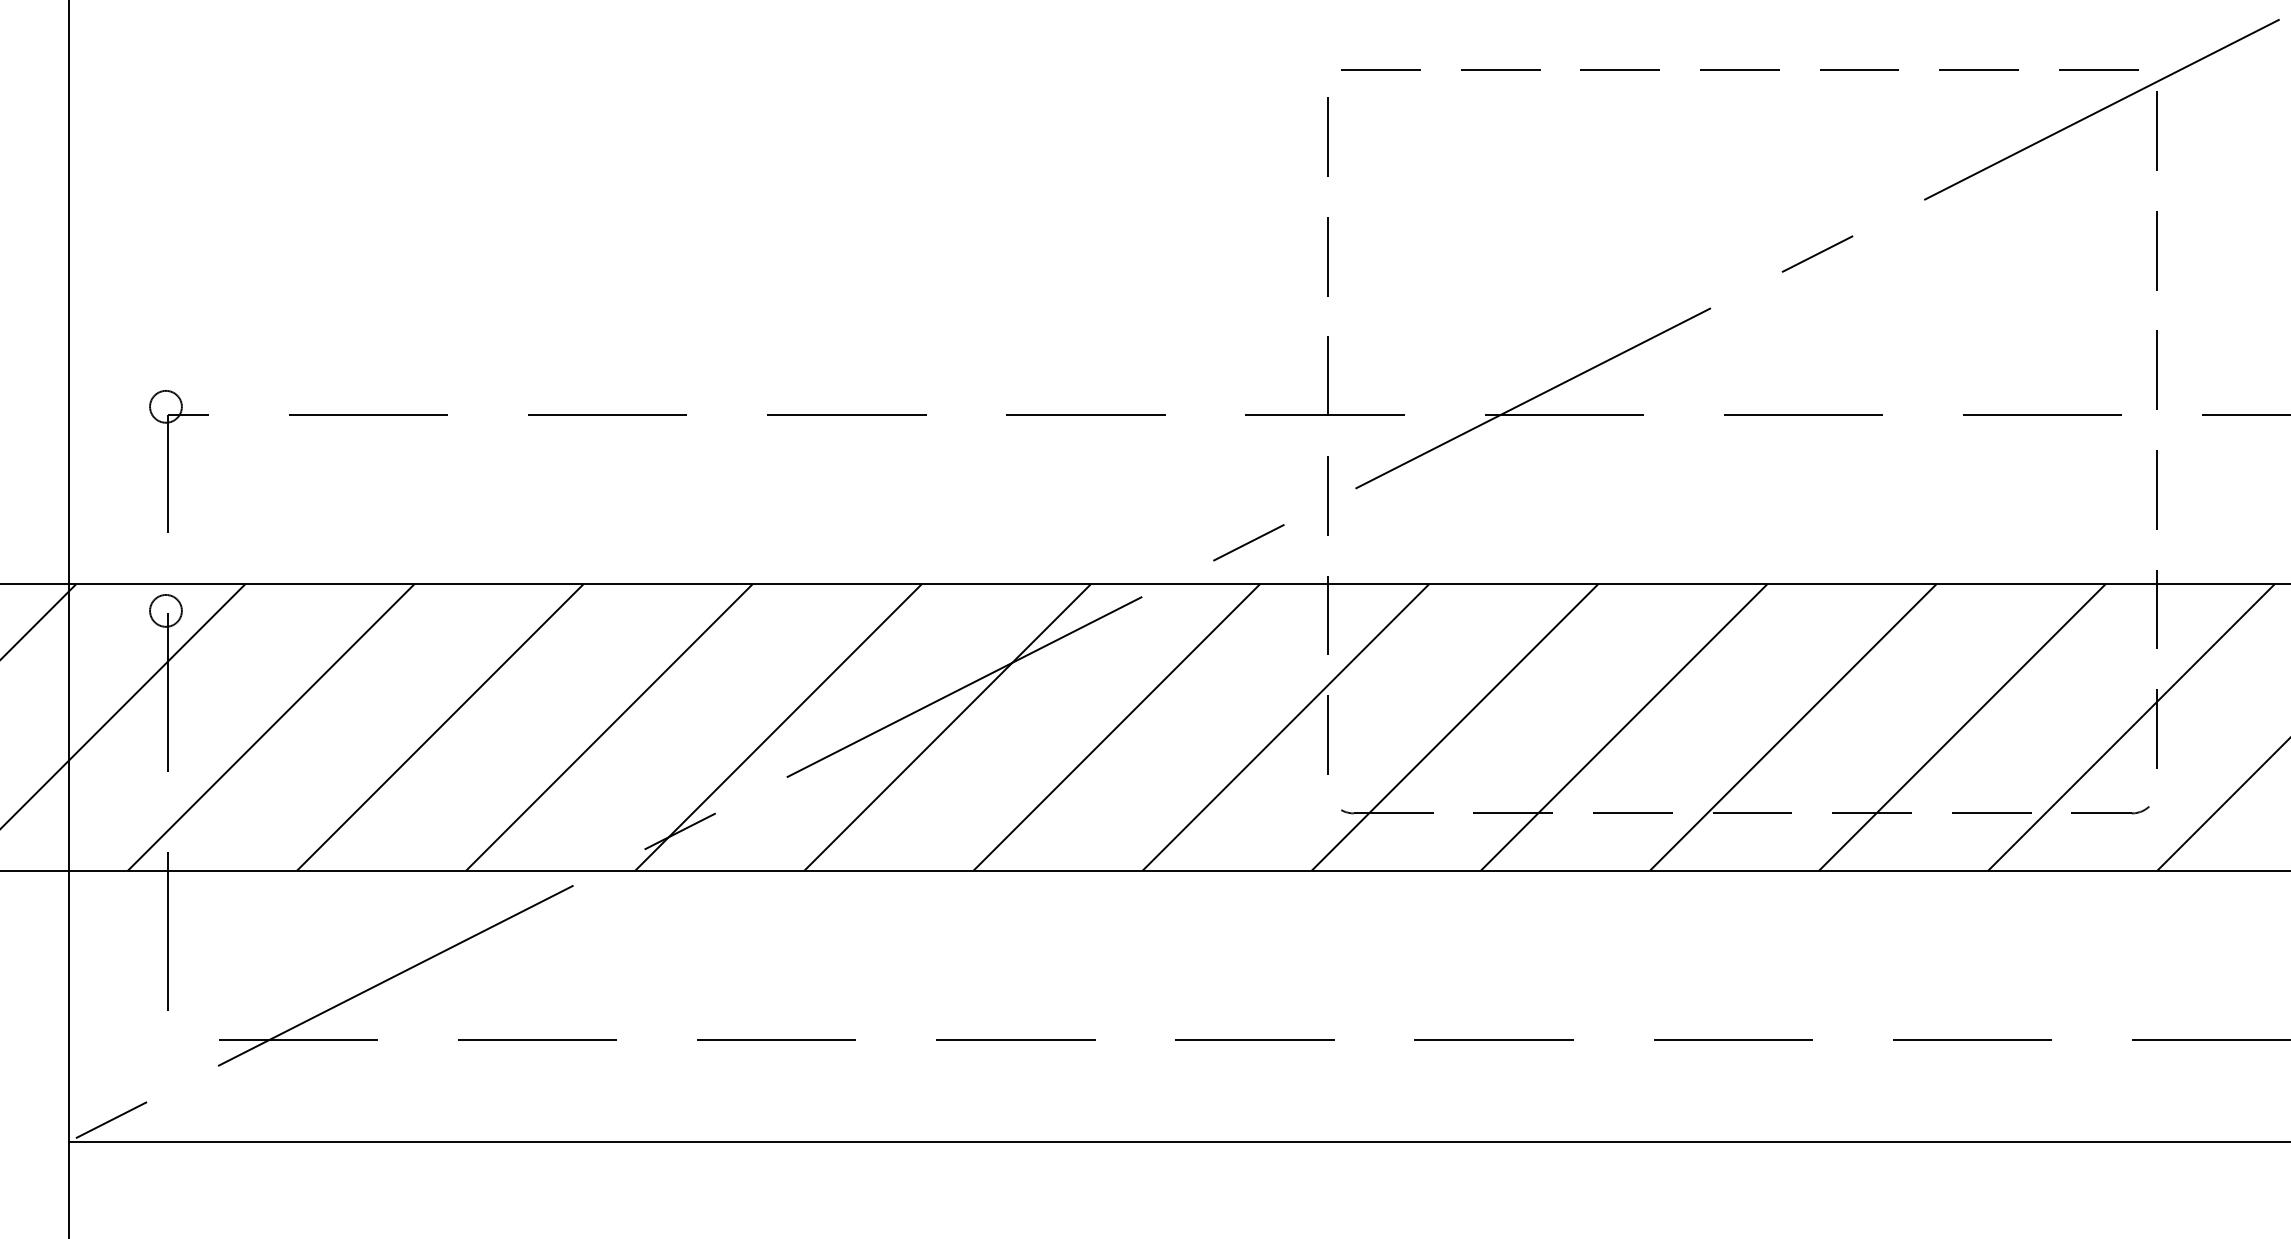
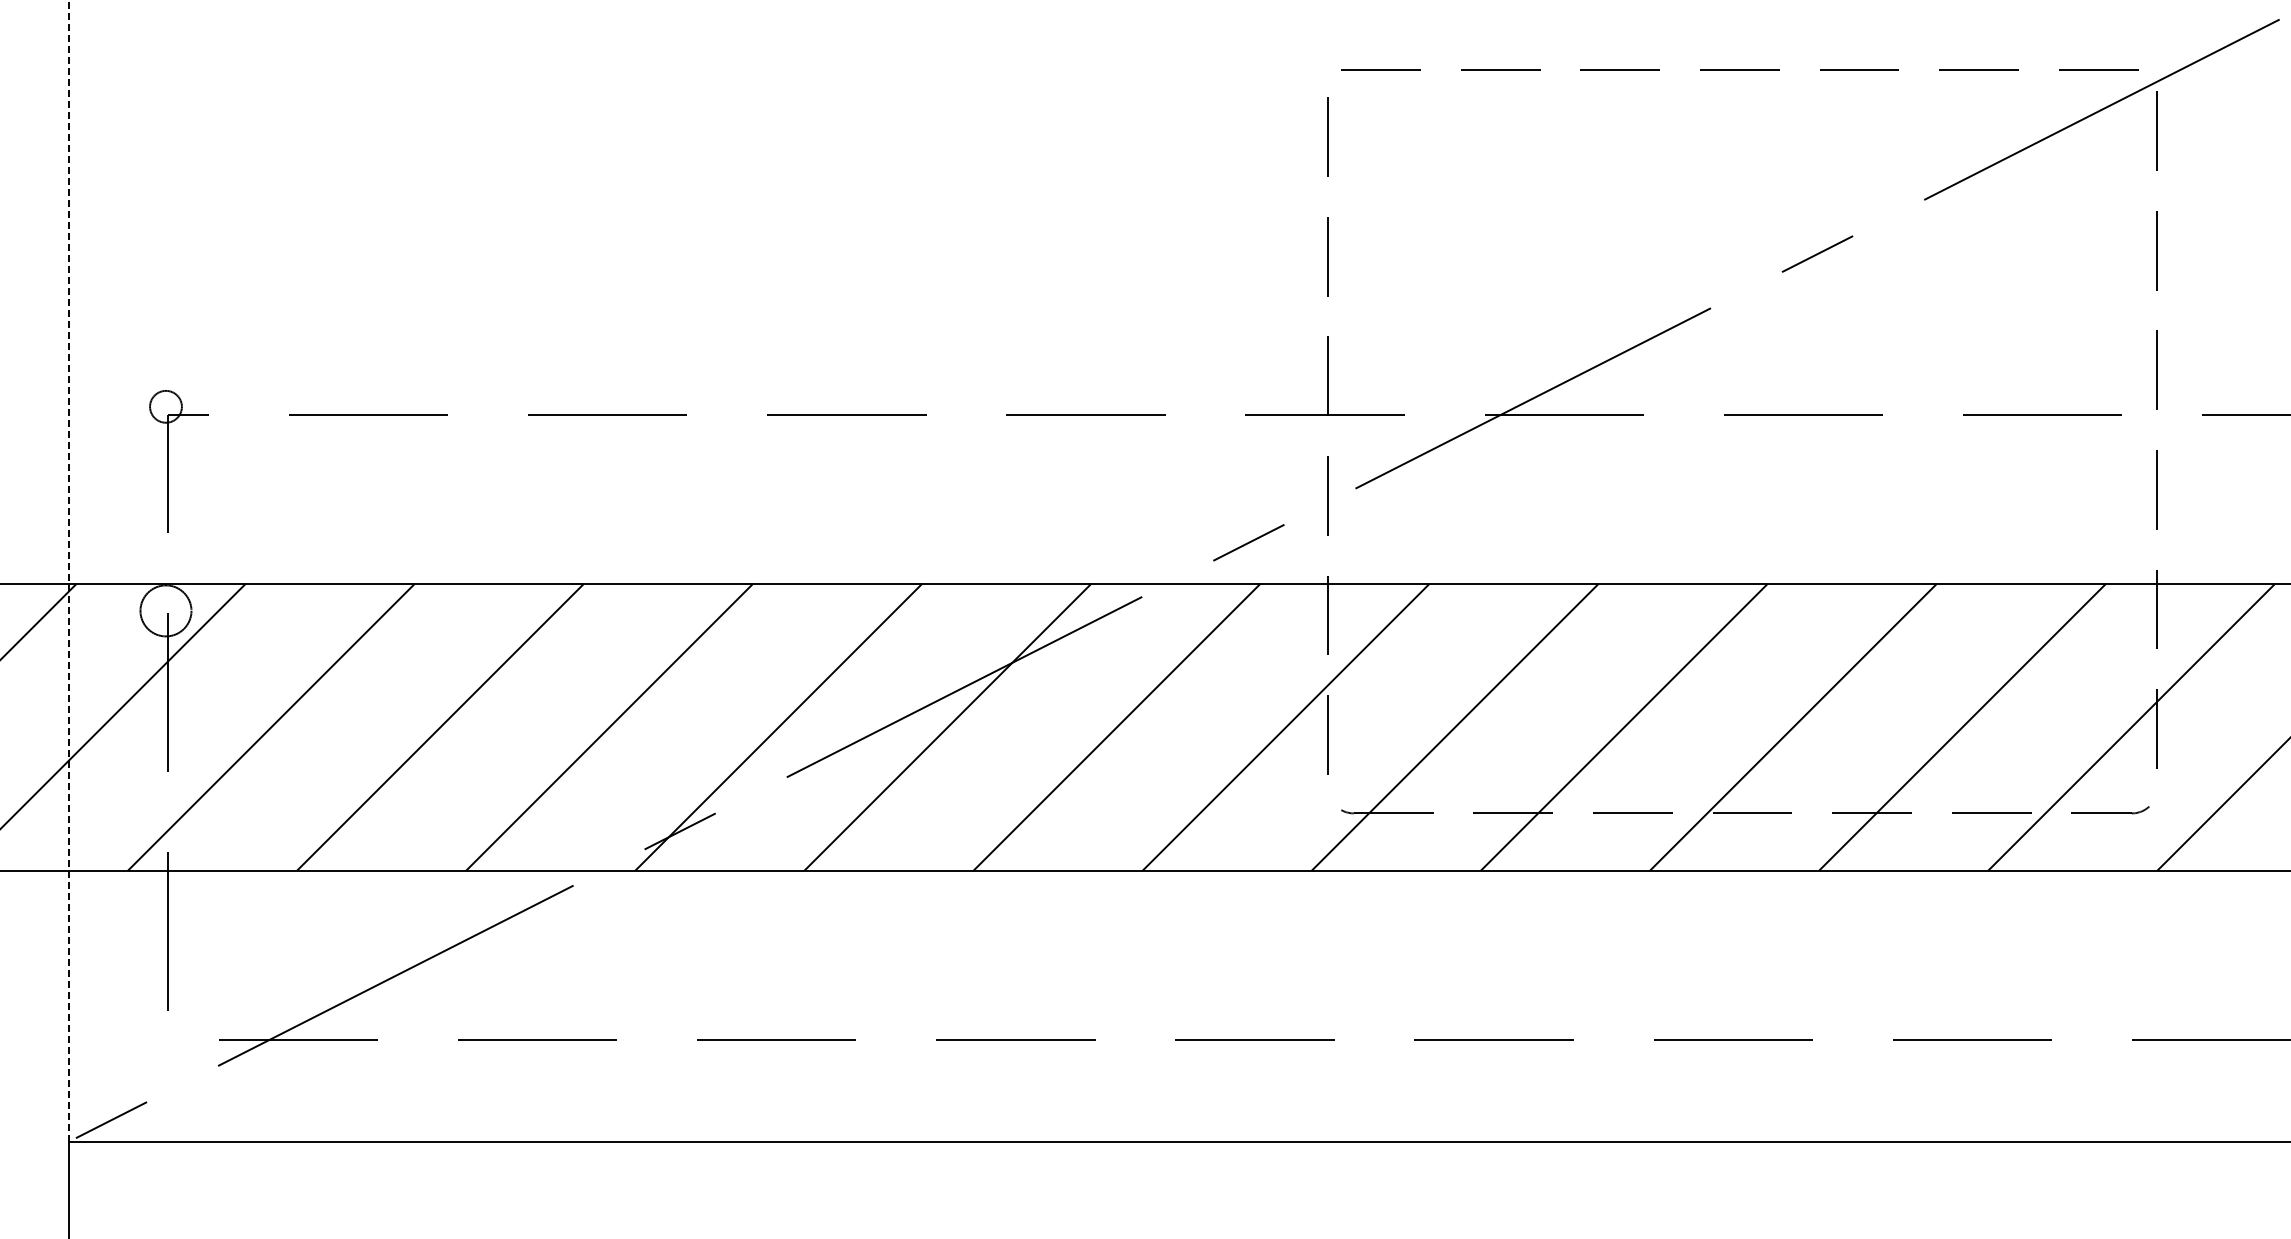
line at (68, 571): solid -> dashed
circle at (165, 610) diameter: 32 px -> 51 px
